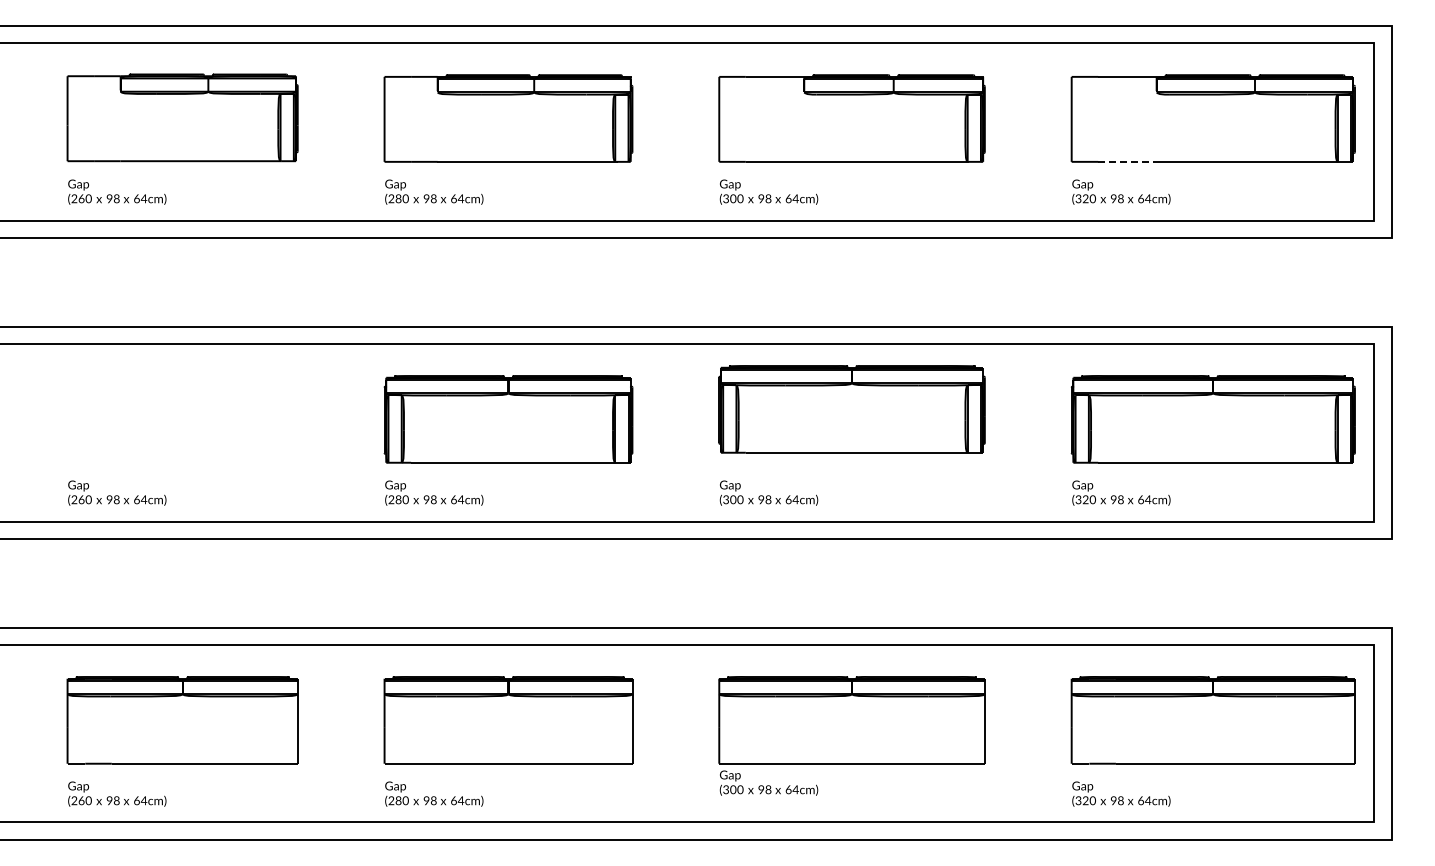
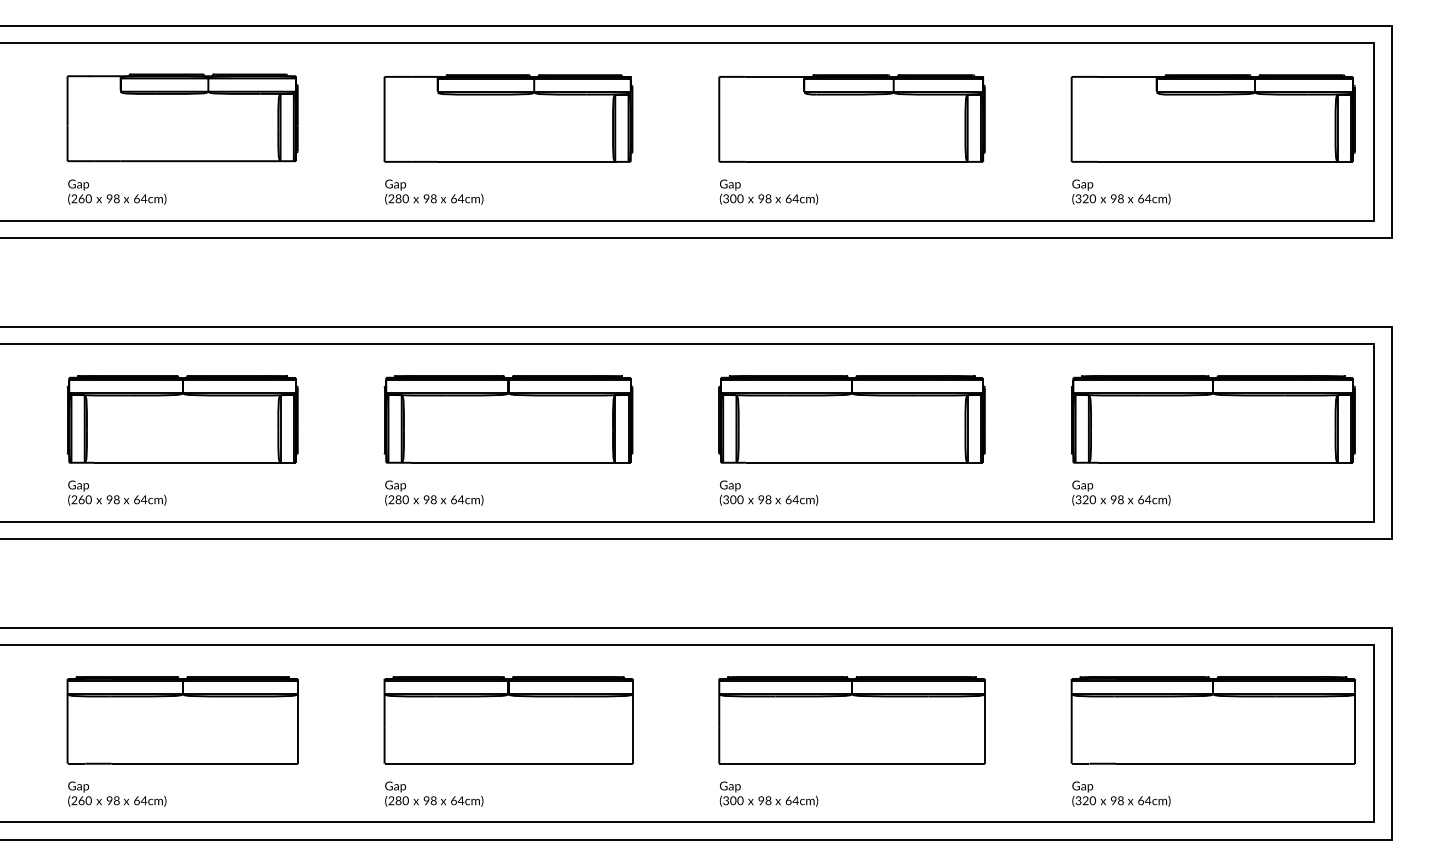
line at (1127, 161): dashed -> solid
part at (851, 409) position: (851, 409) -> (851, 419)
part at (182, 419): none -> present
text at (768, 782) position: (768, 782) -> (768, 793)
